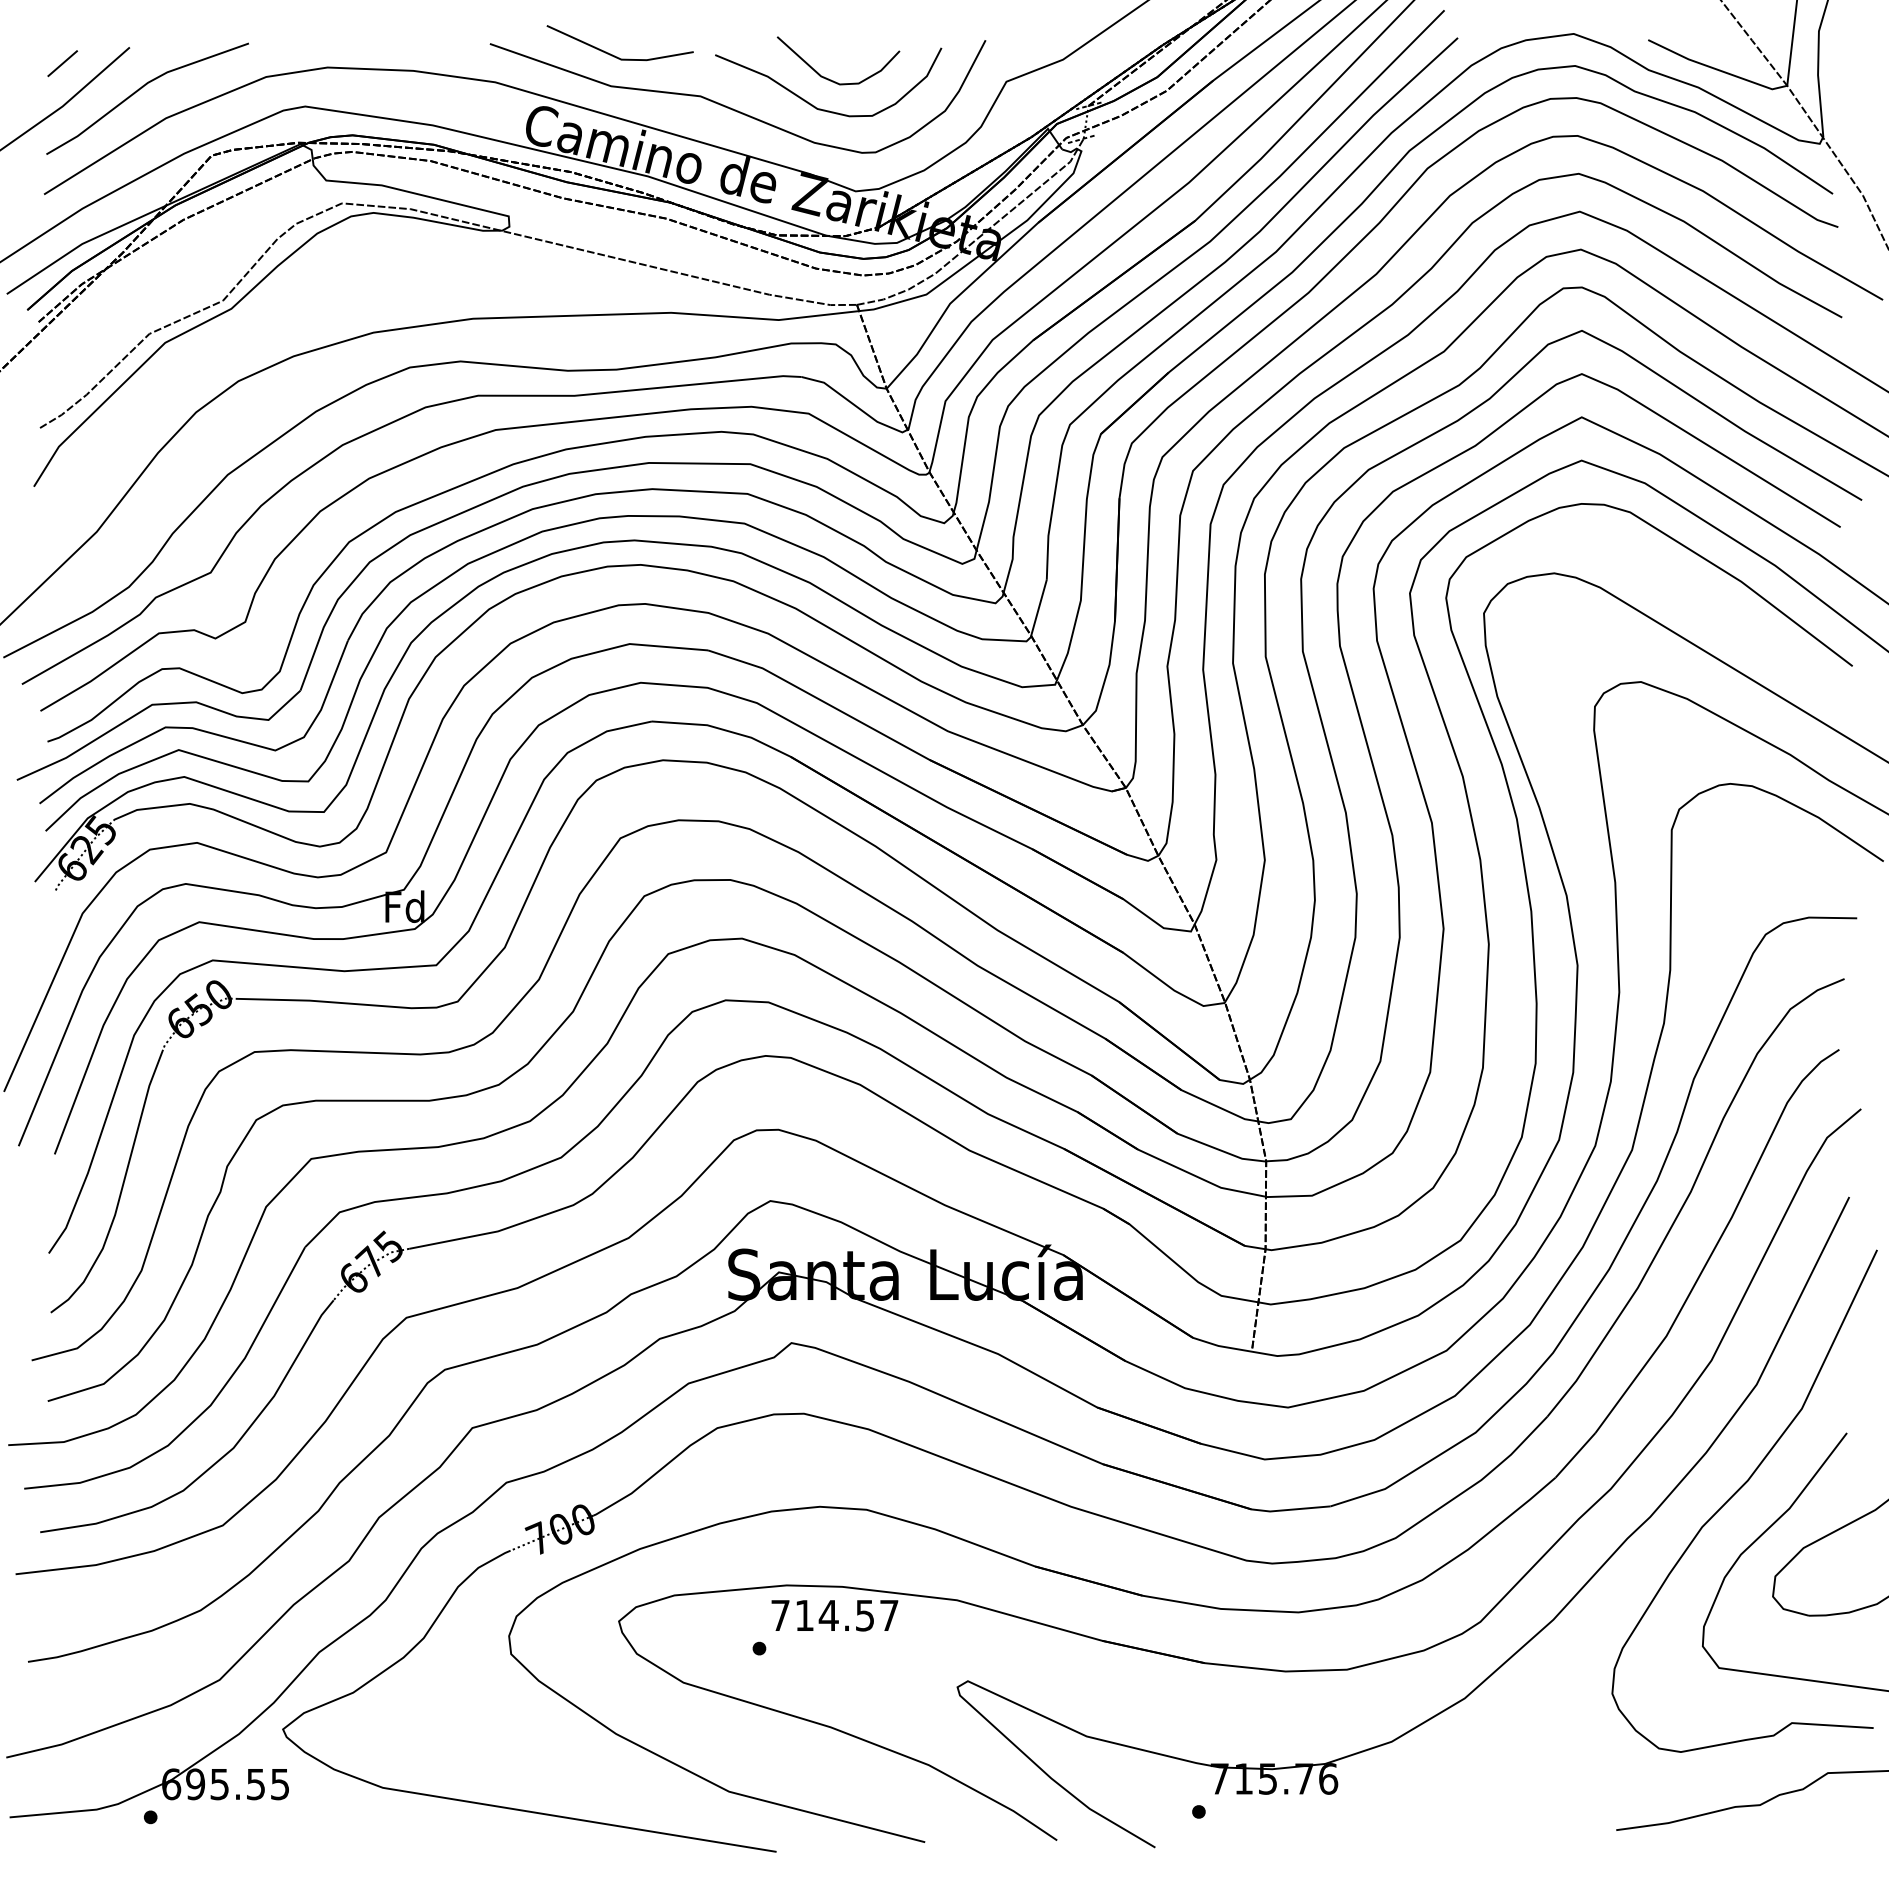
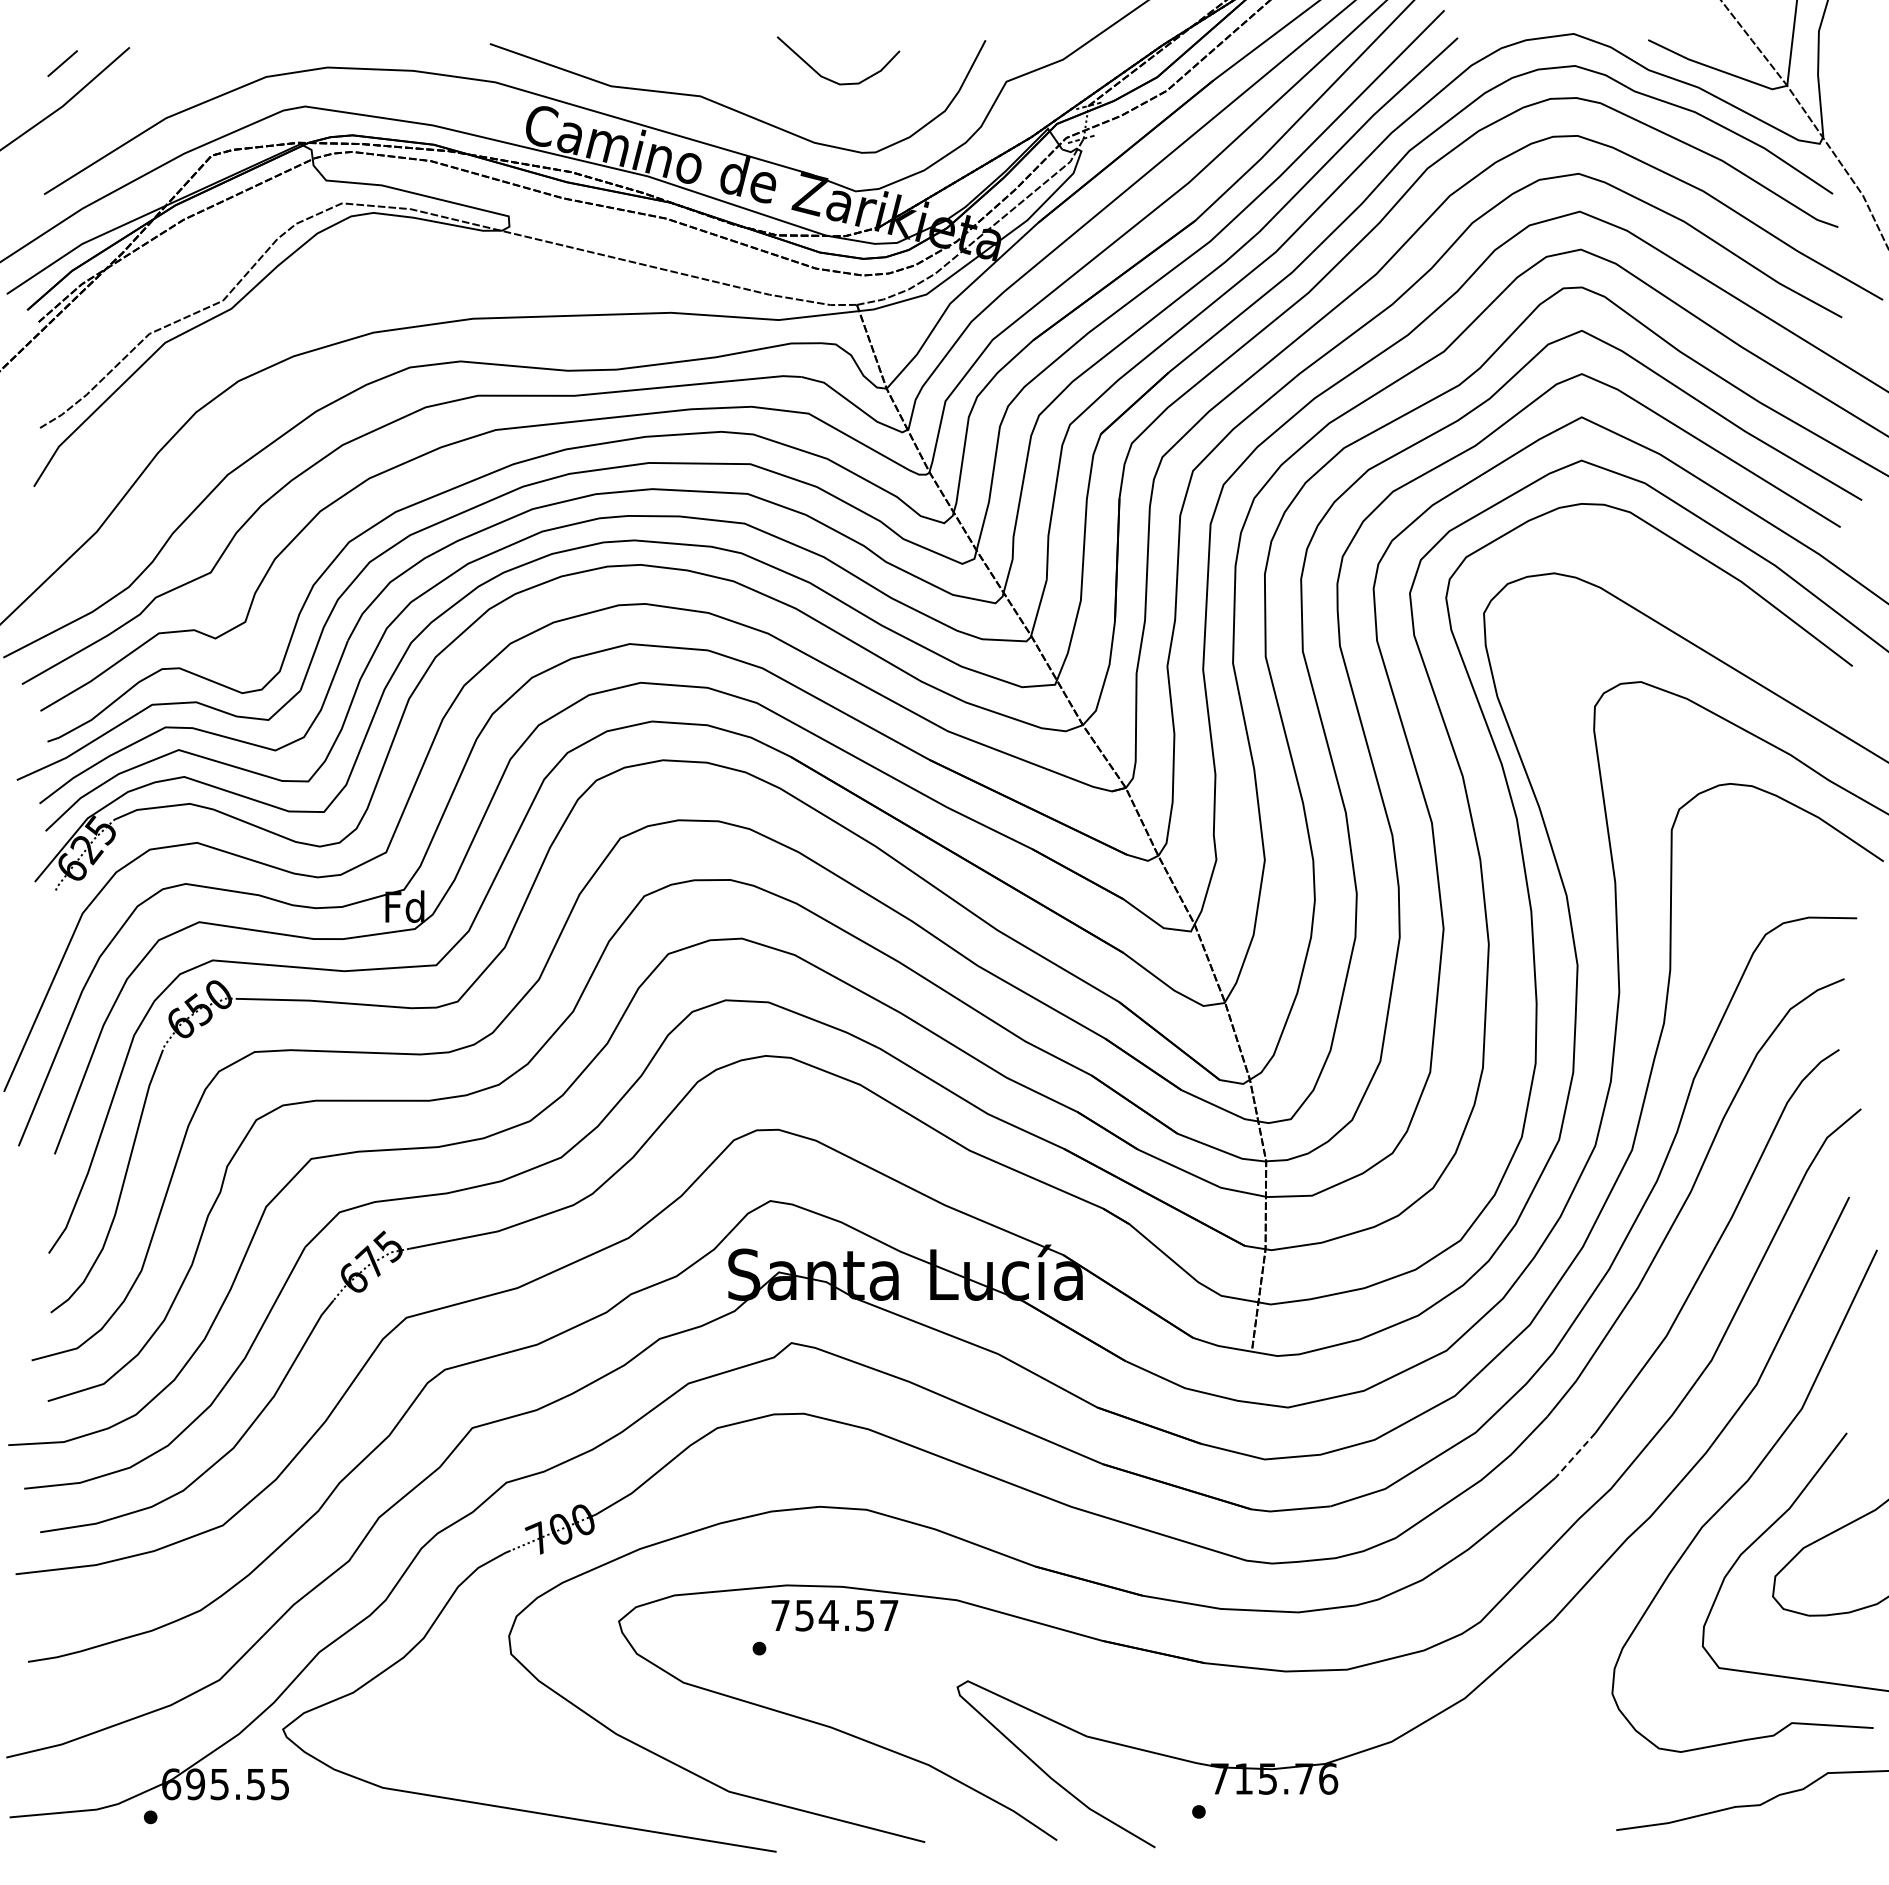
line at (615, 55): present -> none
line at (142, 88): present -> none
curve at (814, 105): present -> none
line at (1575, 1455): solid -> dashed
text at (804, 1615): 714.57 -> 754.57
